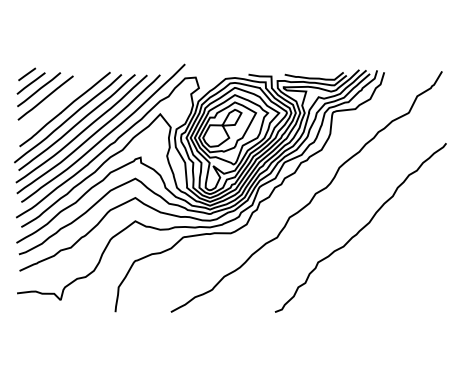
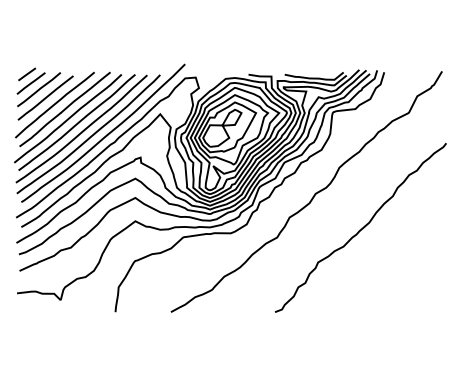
curve at (54, 105): none -> present
